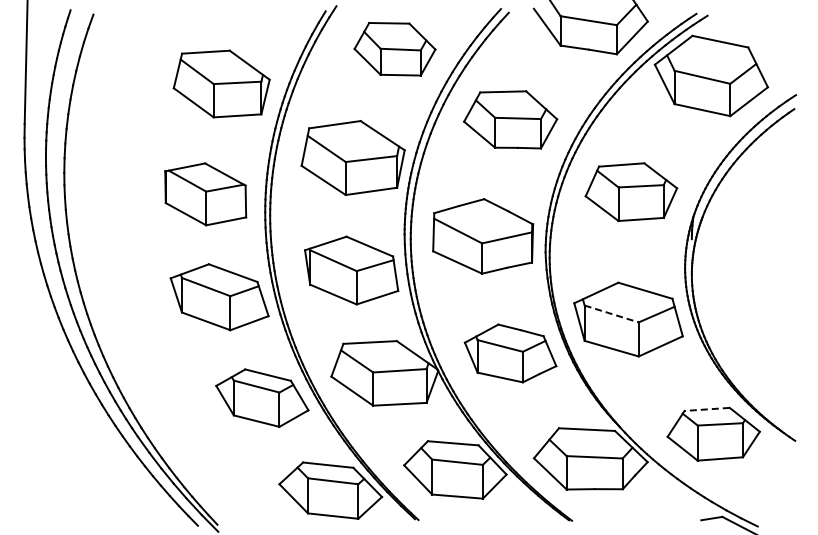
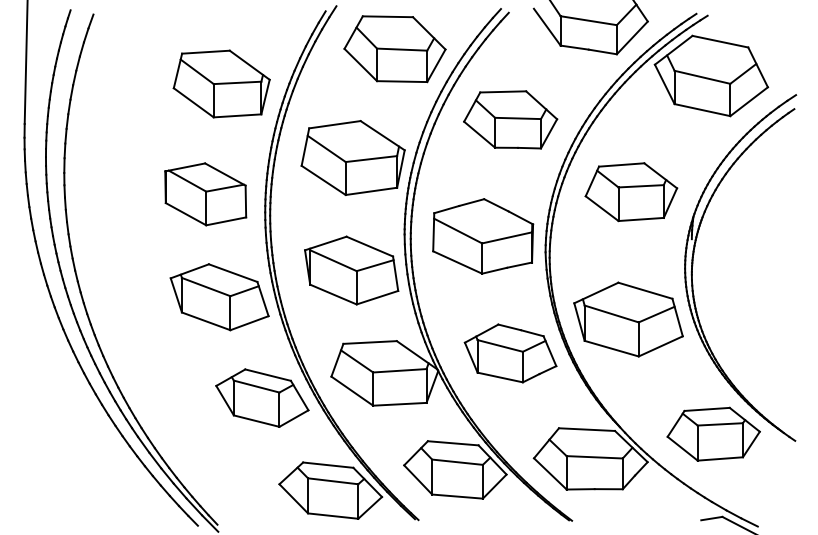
part at (394, 49) size: 84x55 px -> 104x69 px
line at (612, 314): dashed -> solid
line at (707, 409): dashed -> solid
